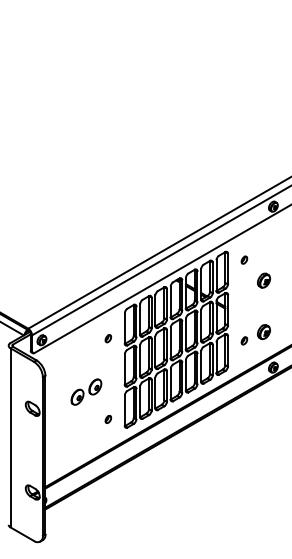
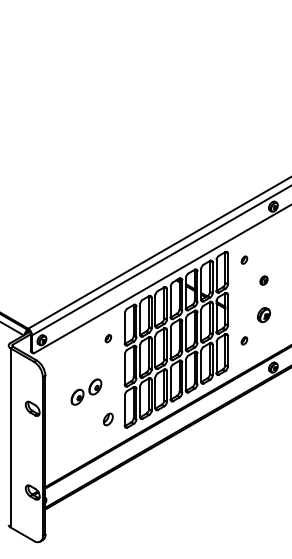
part at (263, 280) size: 14x17 px -> 10x11 px
part at (263, 332) position: (263, 332) -> (263, 315)
part at (108, 419) size: 9x9 px -> 12x15 px
